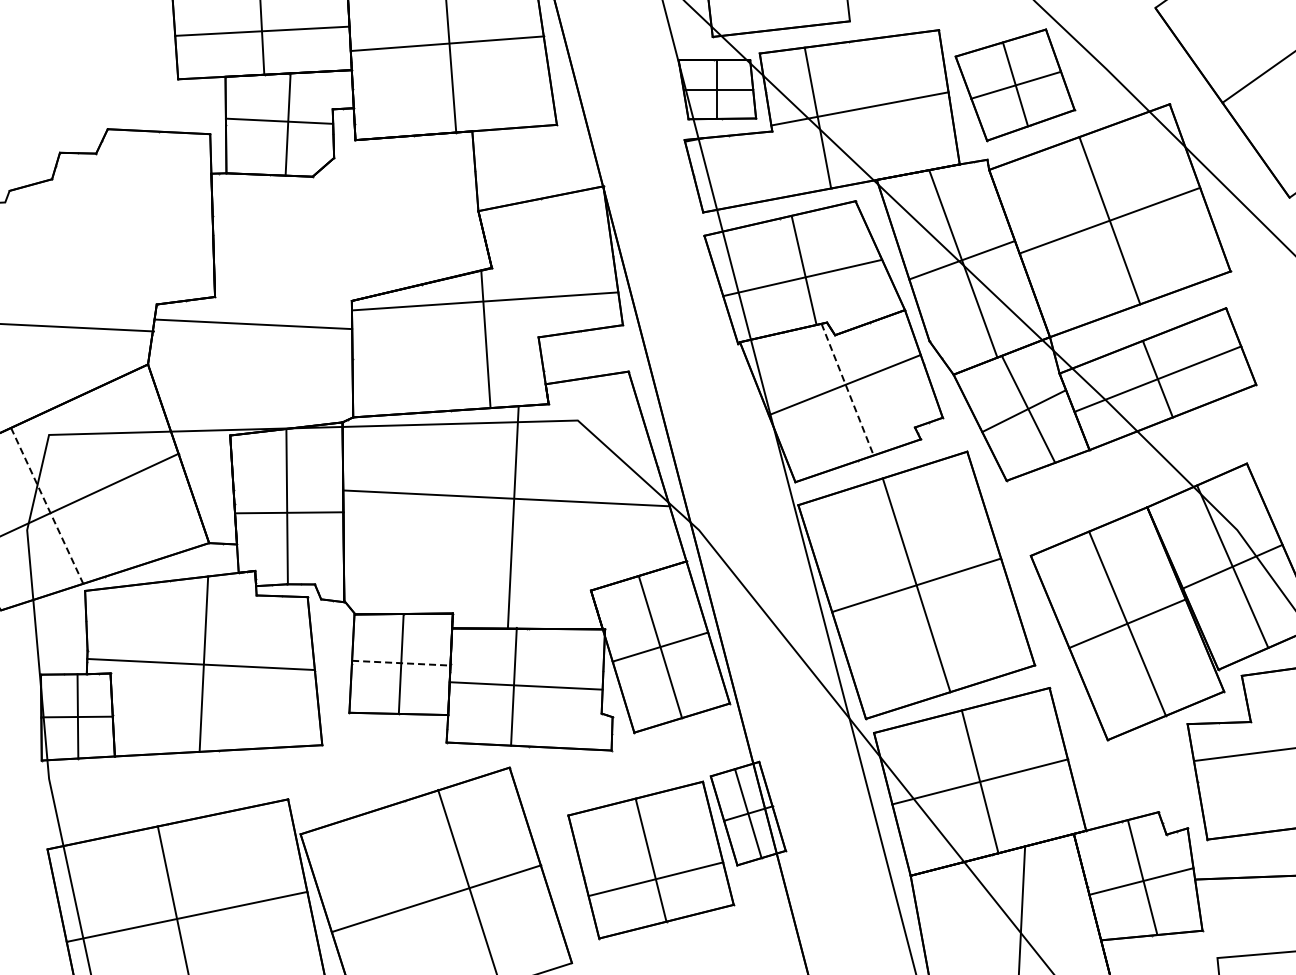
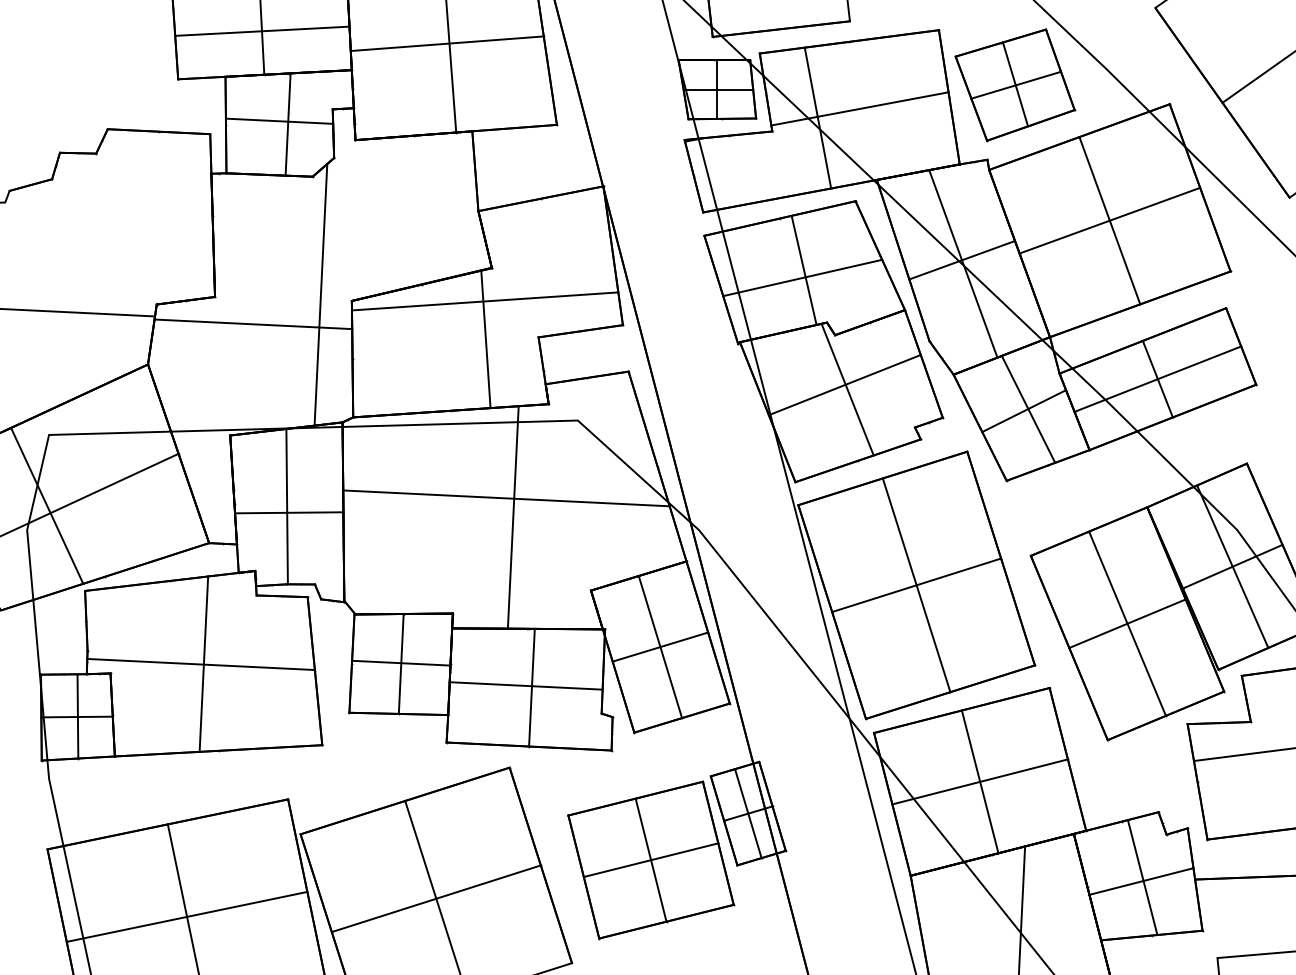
line at (320, 294): none -> present
line at (78, 327) position: (78, 327) -> (78, 312)
line at (847, 389): dashed -> solid
line at (47, 505): dashed -> solid
line at (401, 663): dashed -> solid
line at (513, 686) position: (513, 686) -> (531, 687)
line at (655, 879) position: (655, 879) -> (650, 860)
line at (466, 880) position: (466, 880) -> (432, 885)
line at (172, 898) position: (172, 898) -> (182, 897)
